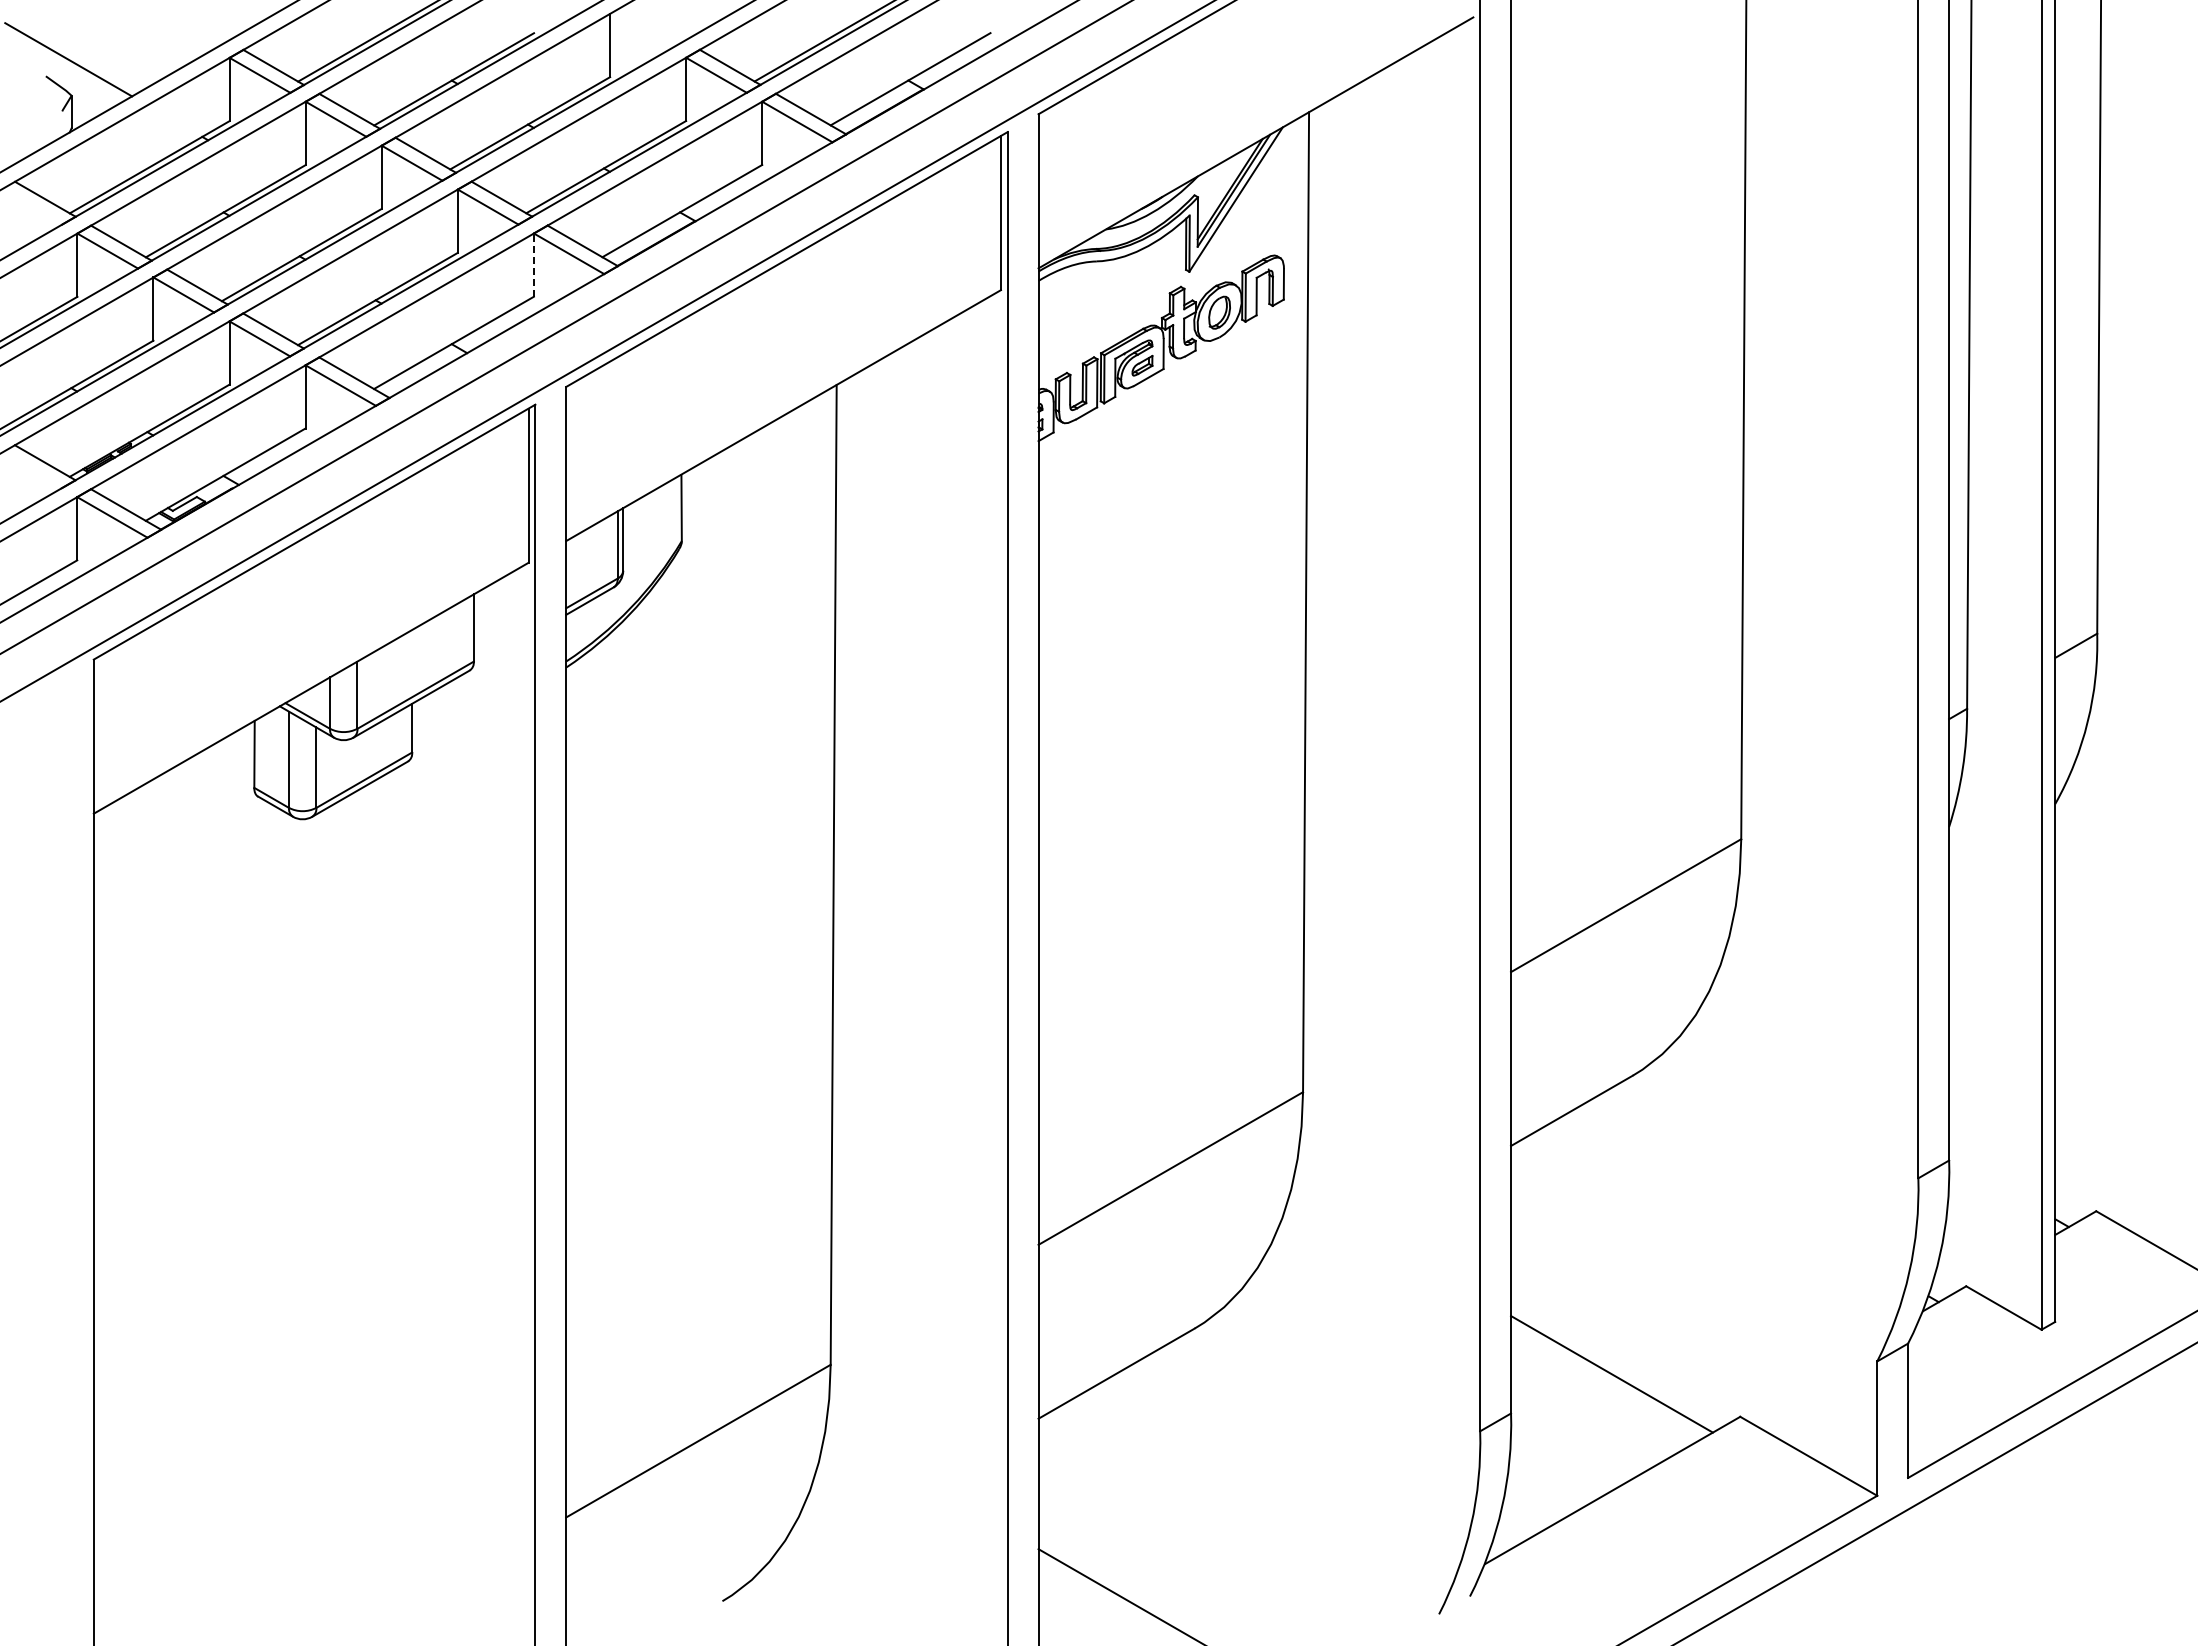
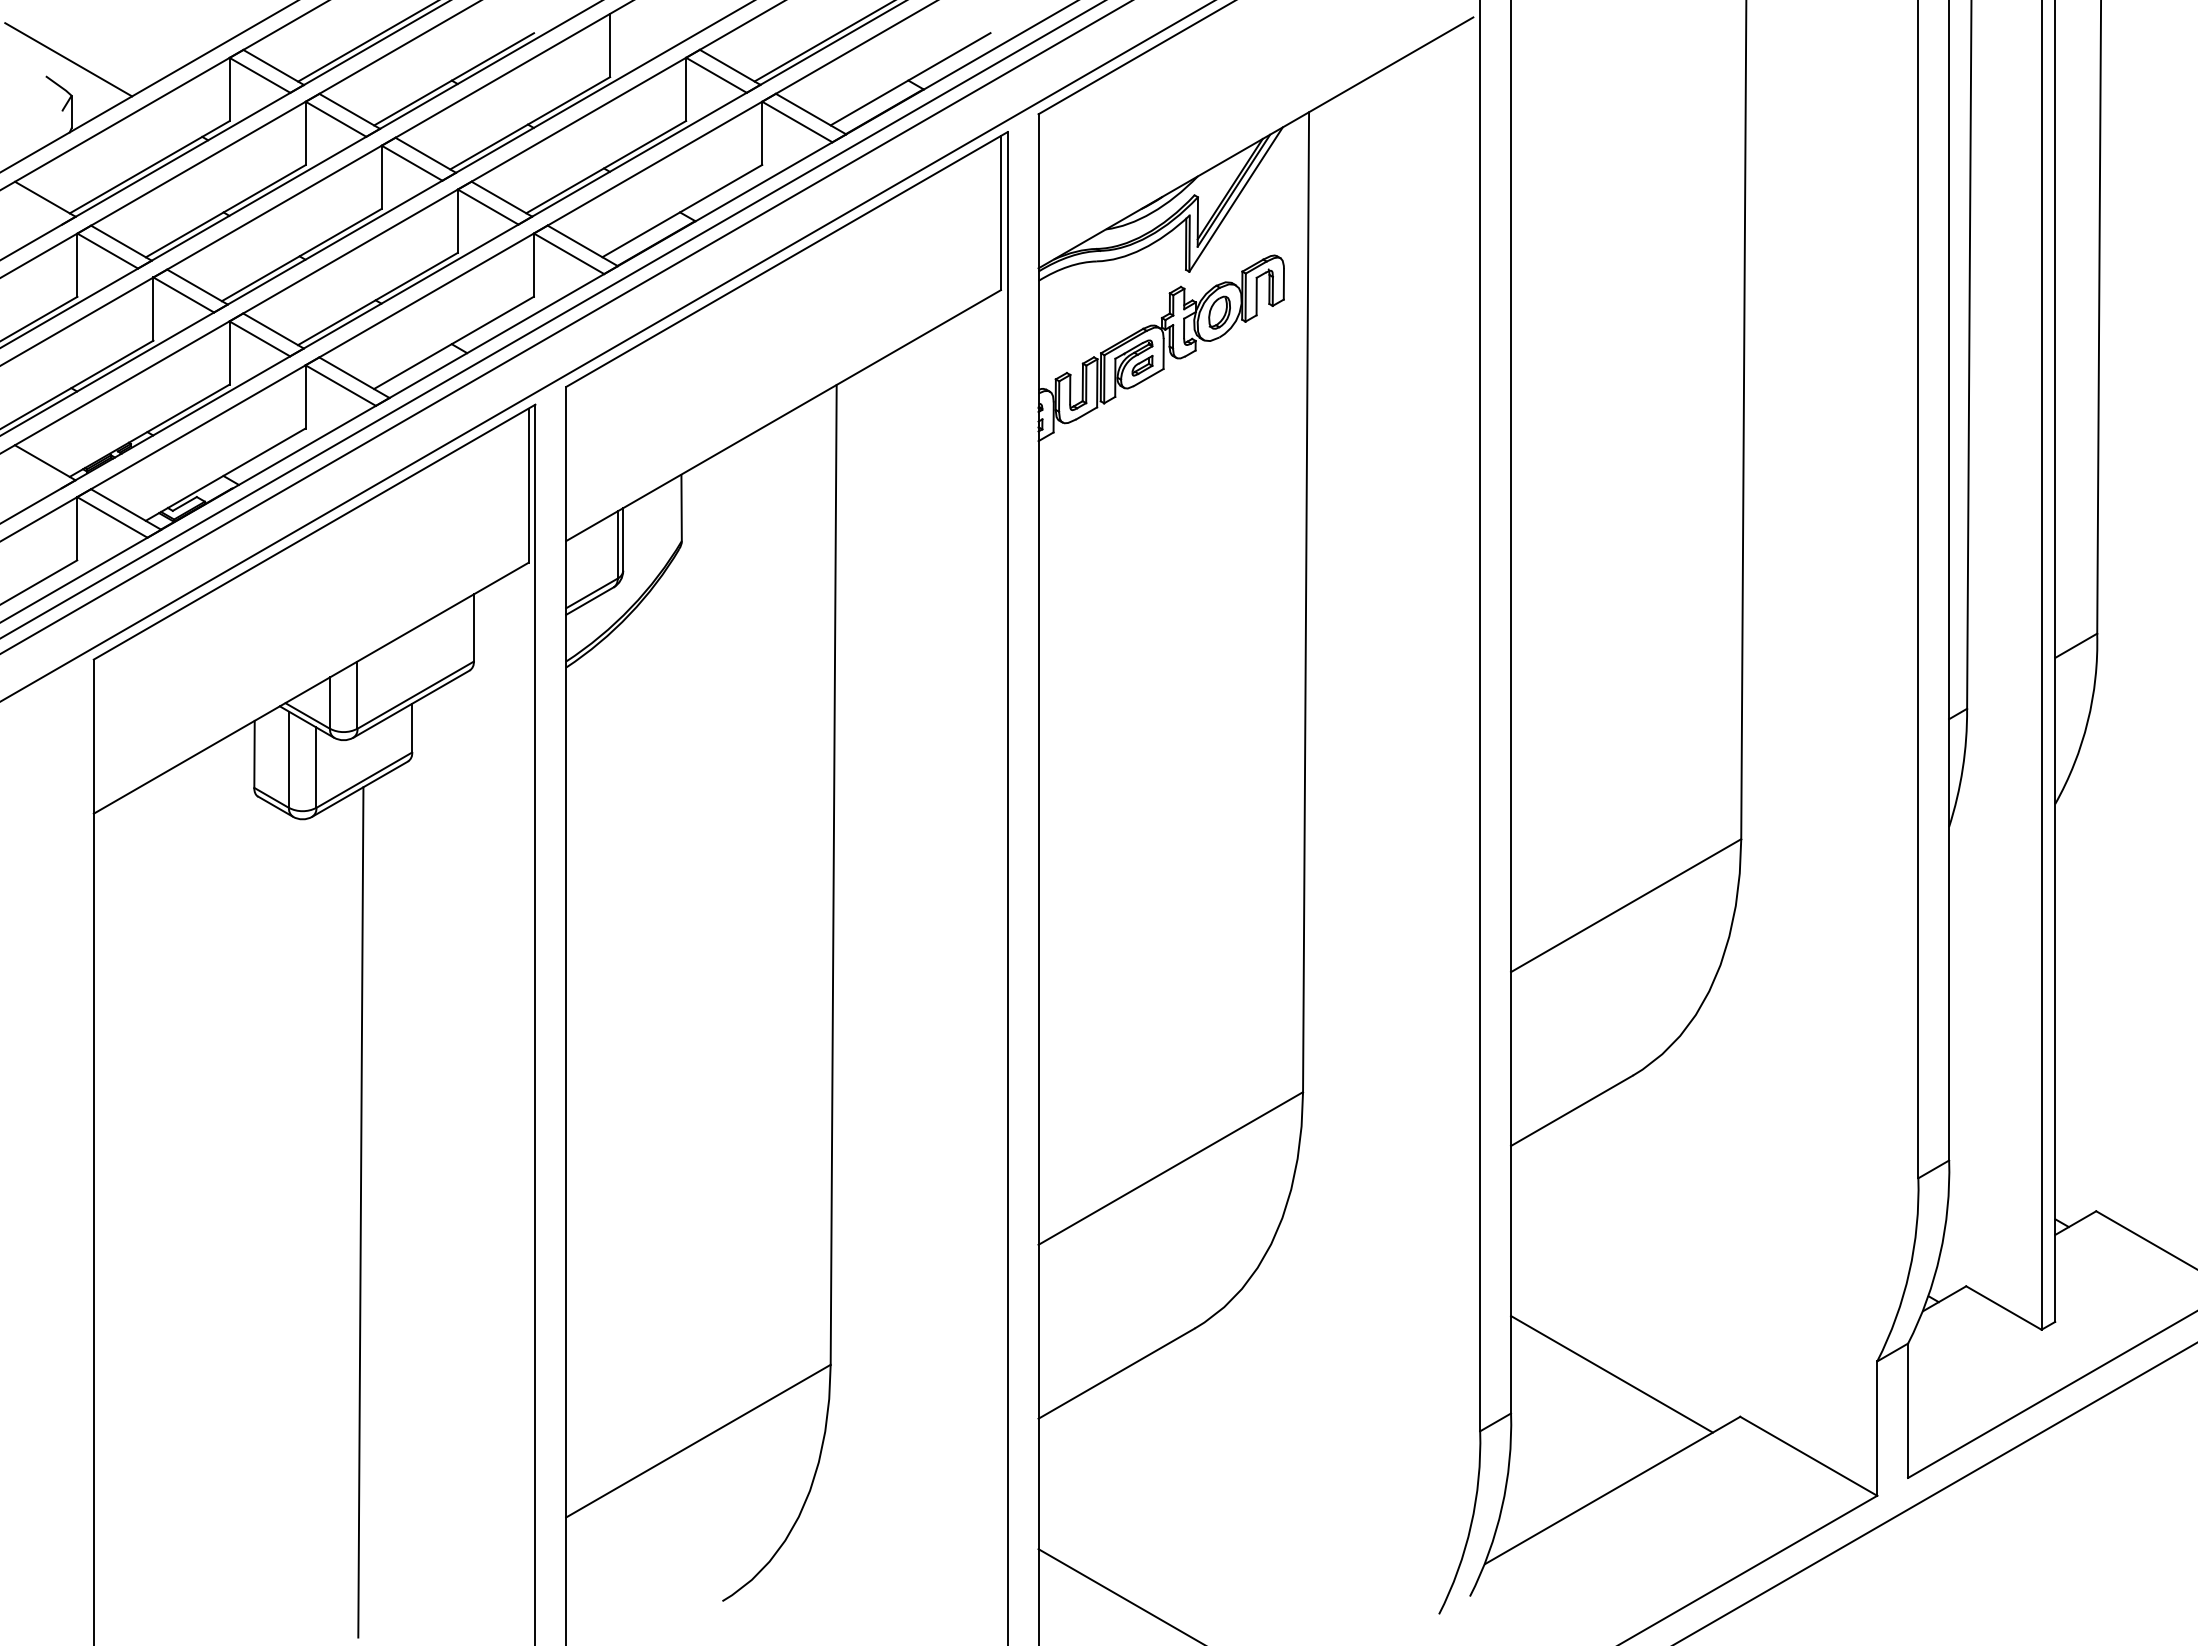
line at (533, 265): dashed -> solid
line at (552, 319): none -> present
line at (360, 1212): none -> present
